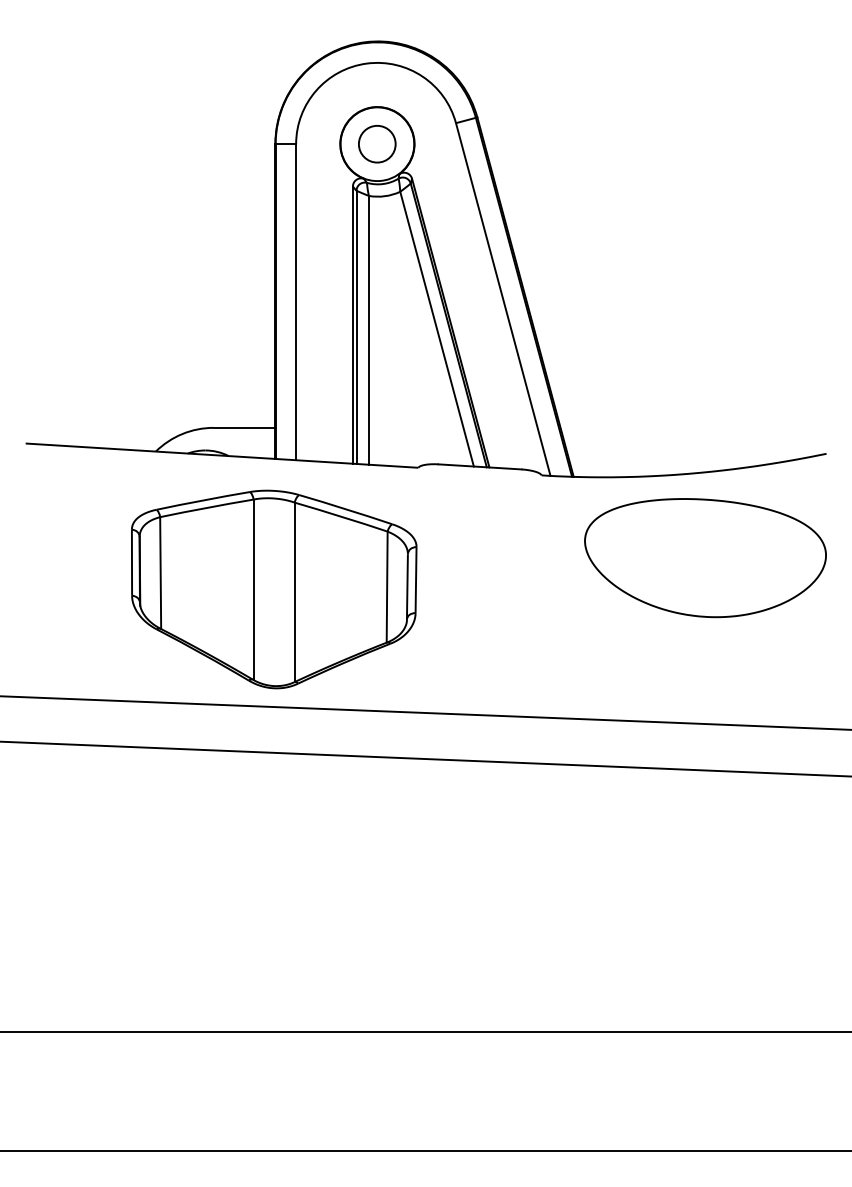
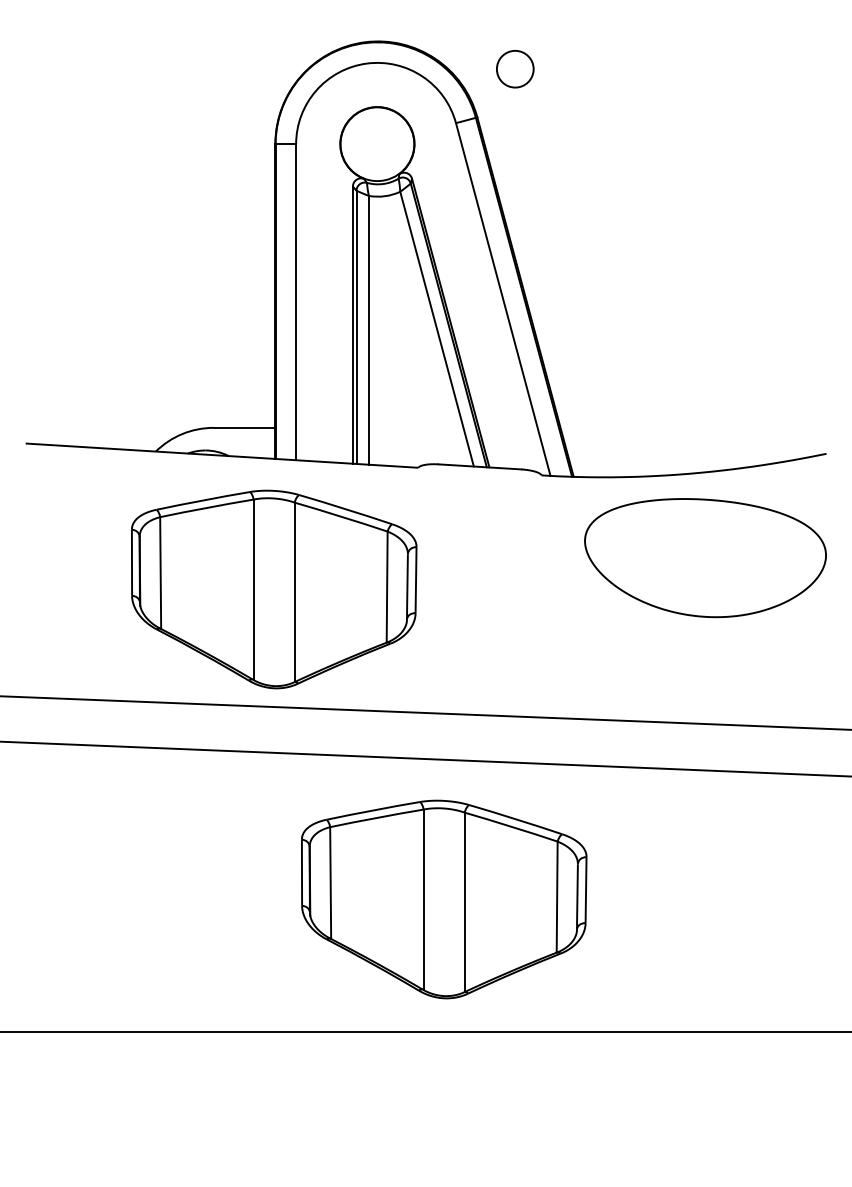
part at (377, 144) position: (377, 144) -> (515, 69)
part at (444, 899): none -> present
line at (425, 1151): present -> none
